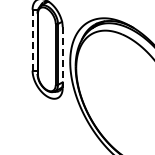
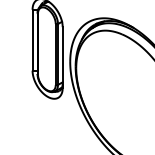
line at (32, 39): dashed -> solid
line at (62, 58): dashed -> solid
